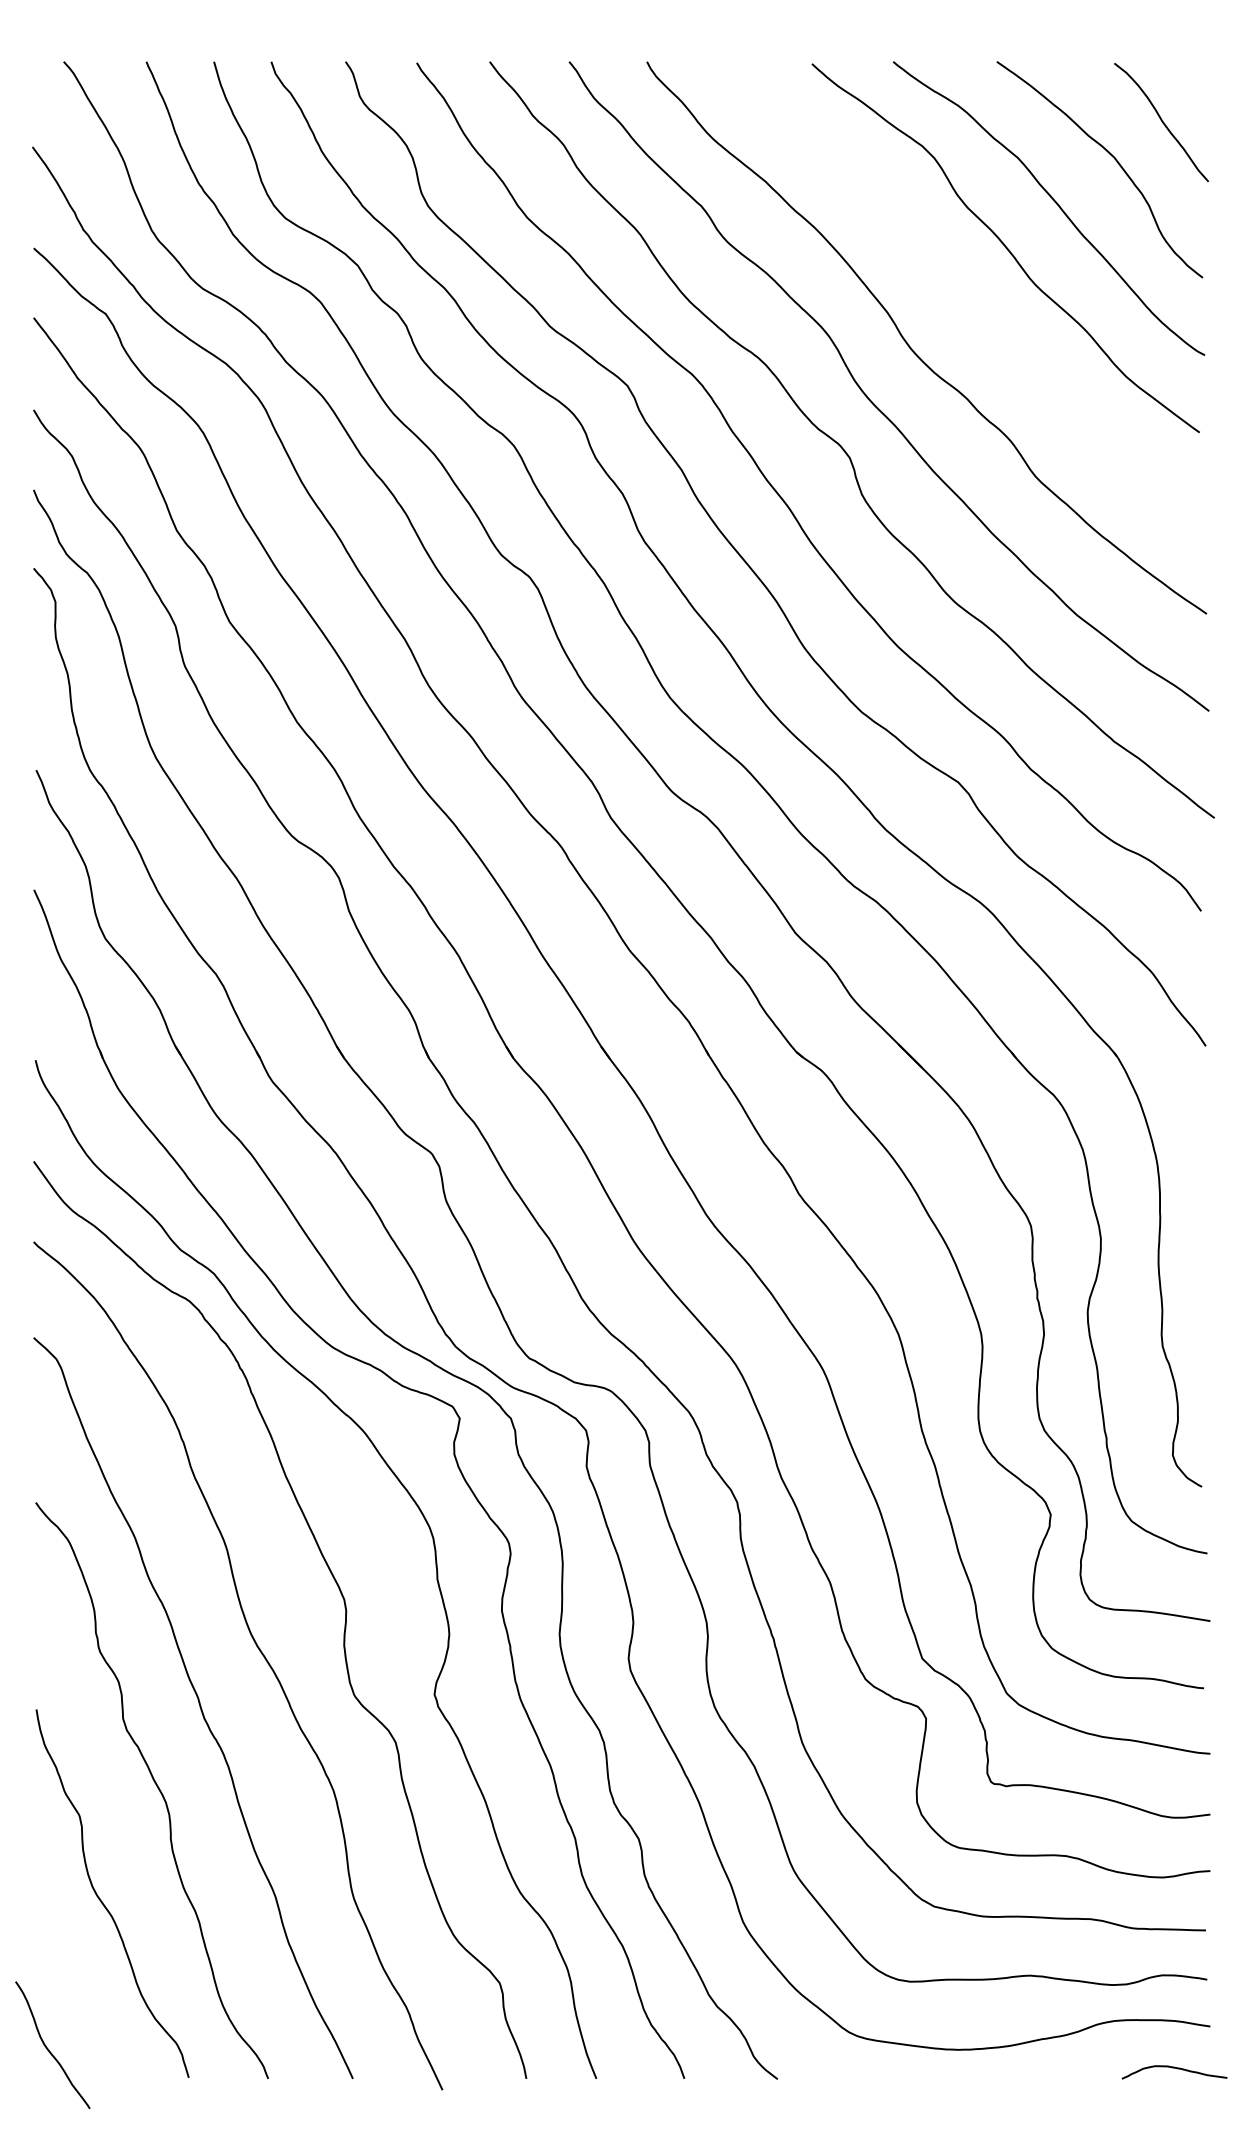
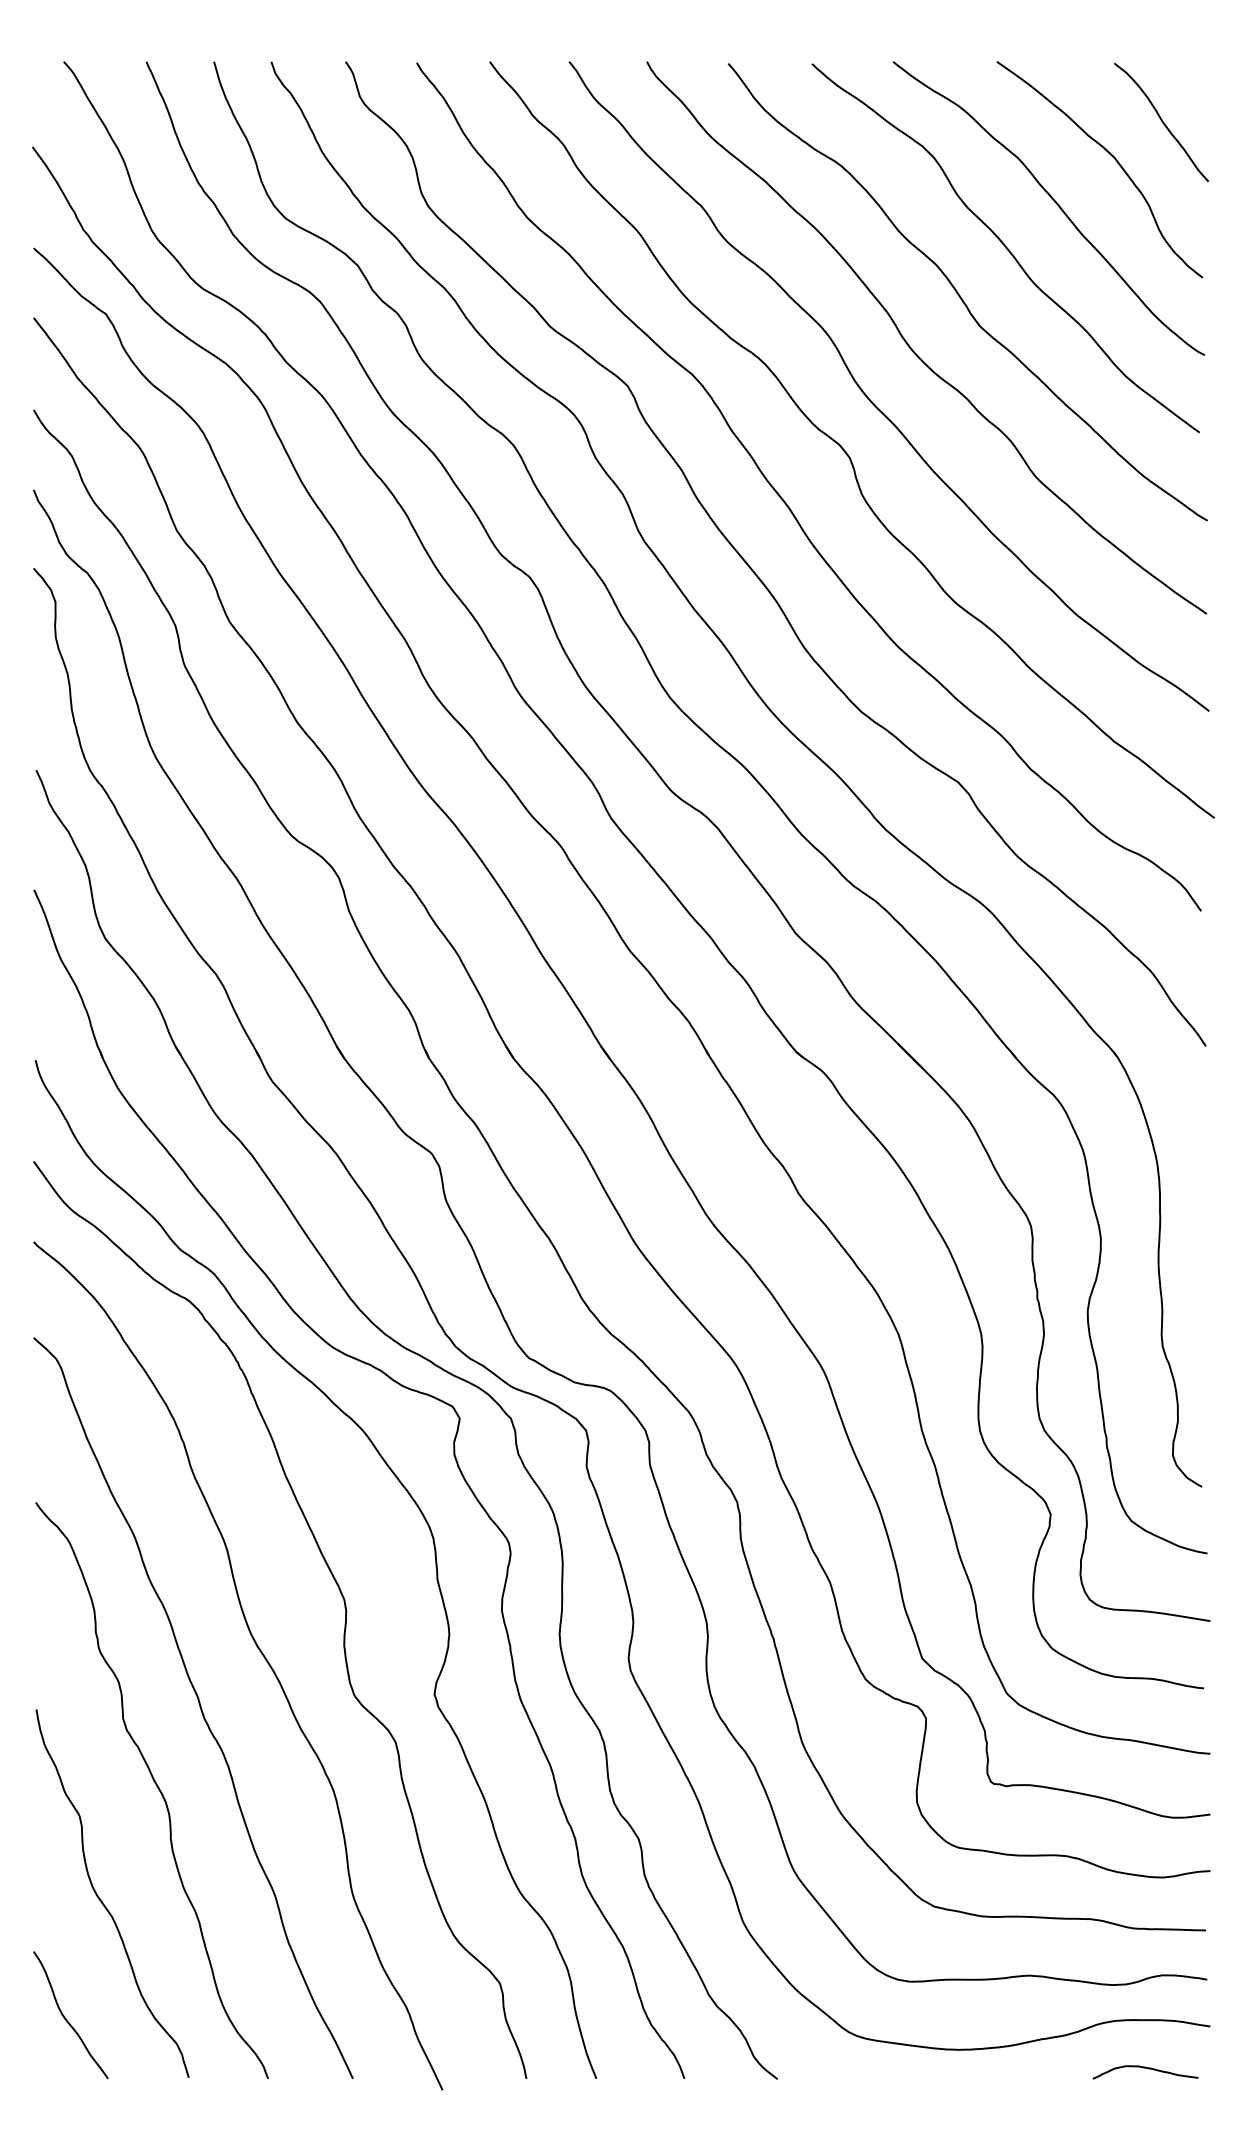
curve at (960, 295): none -> present
curve at (48, 2048) position: (48, 2048) -> (66, 2018)
curve at (1174, 2068) position: (1174, 2068) -> (1145, 2068)
